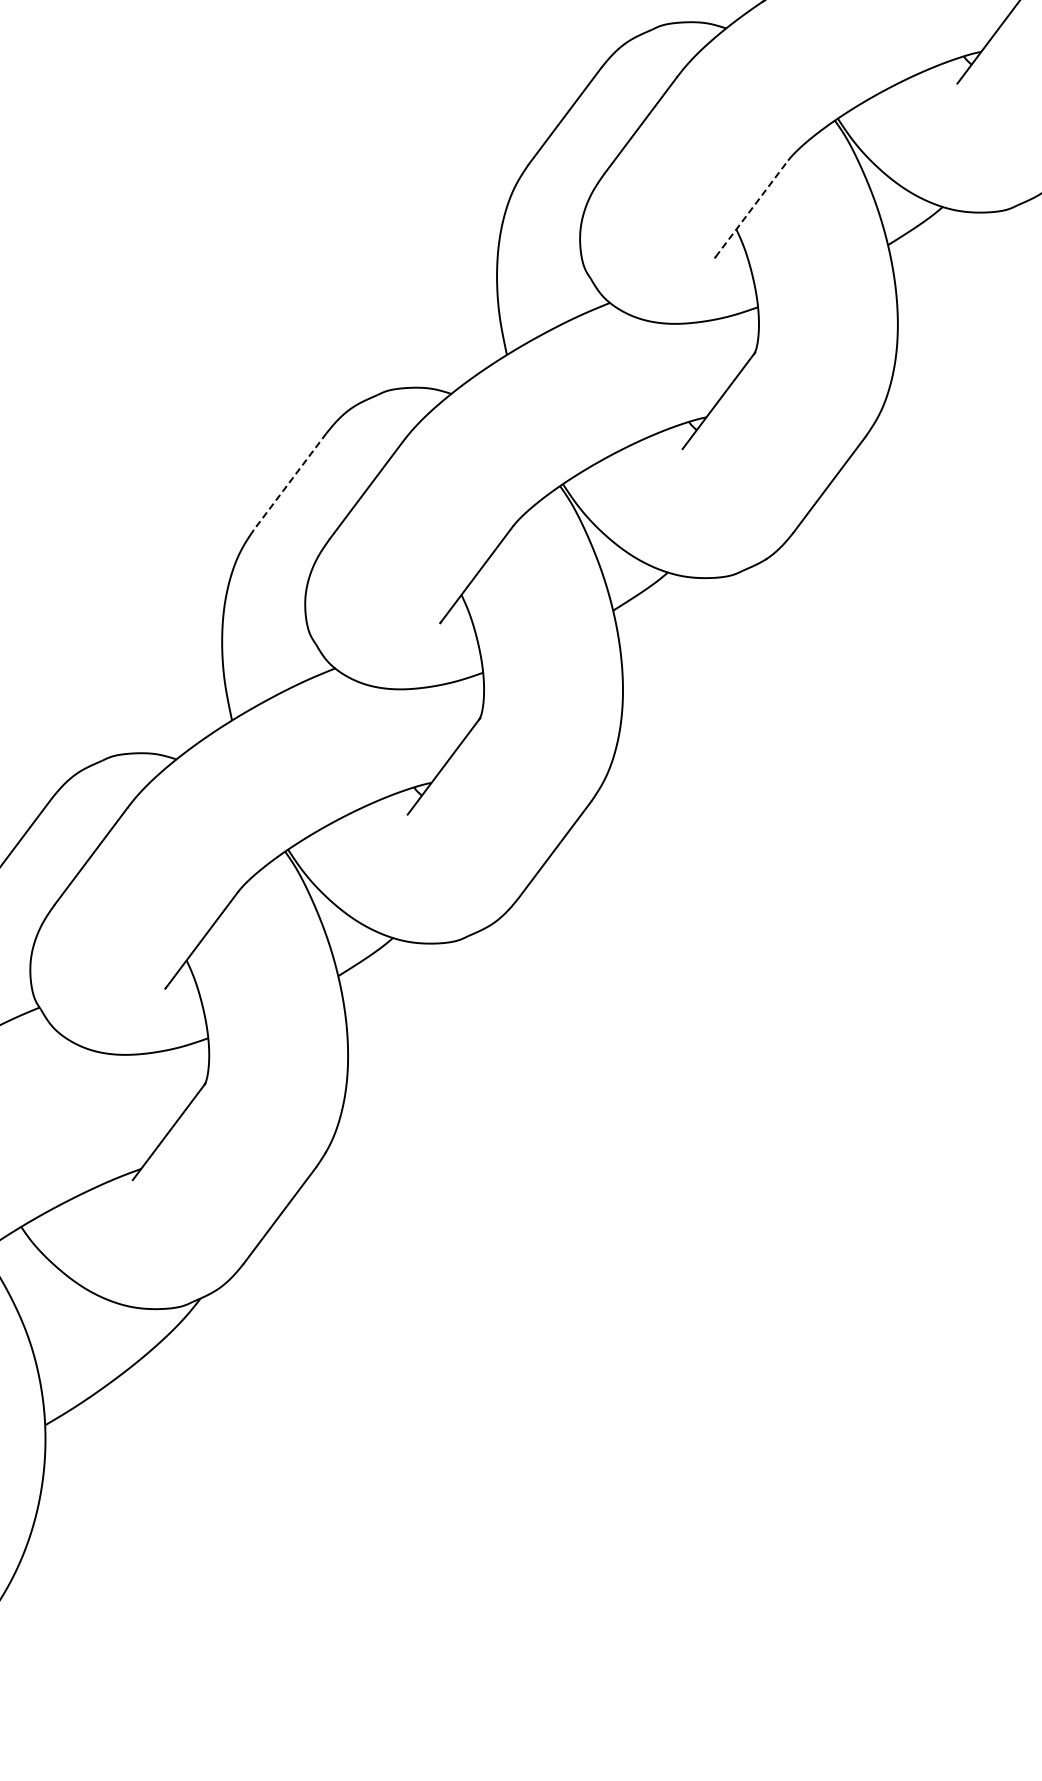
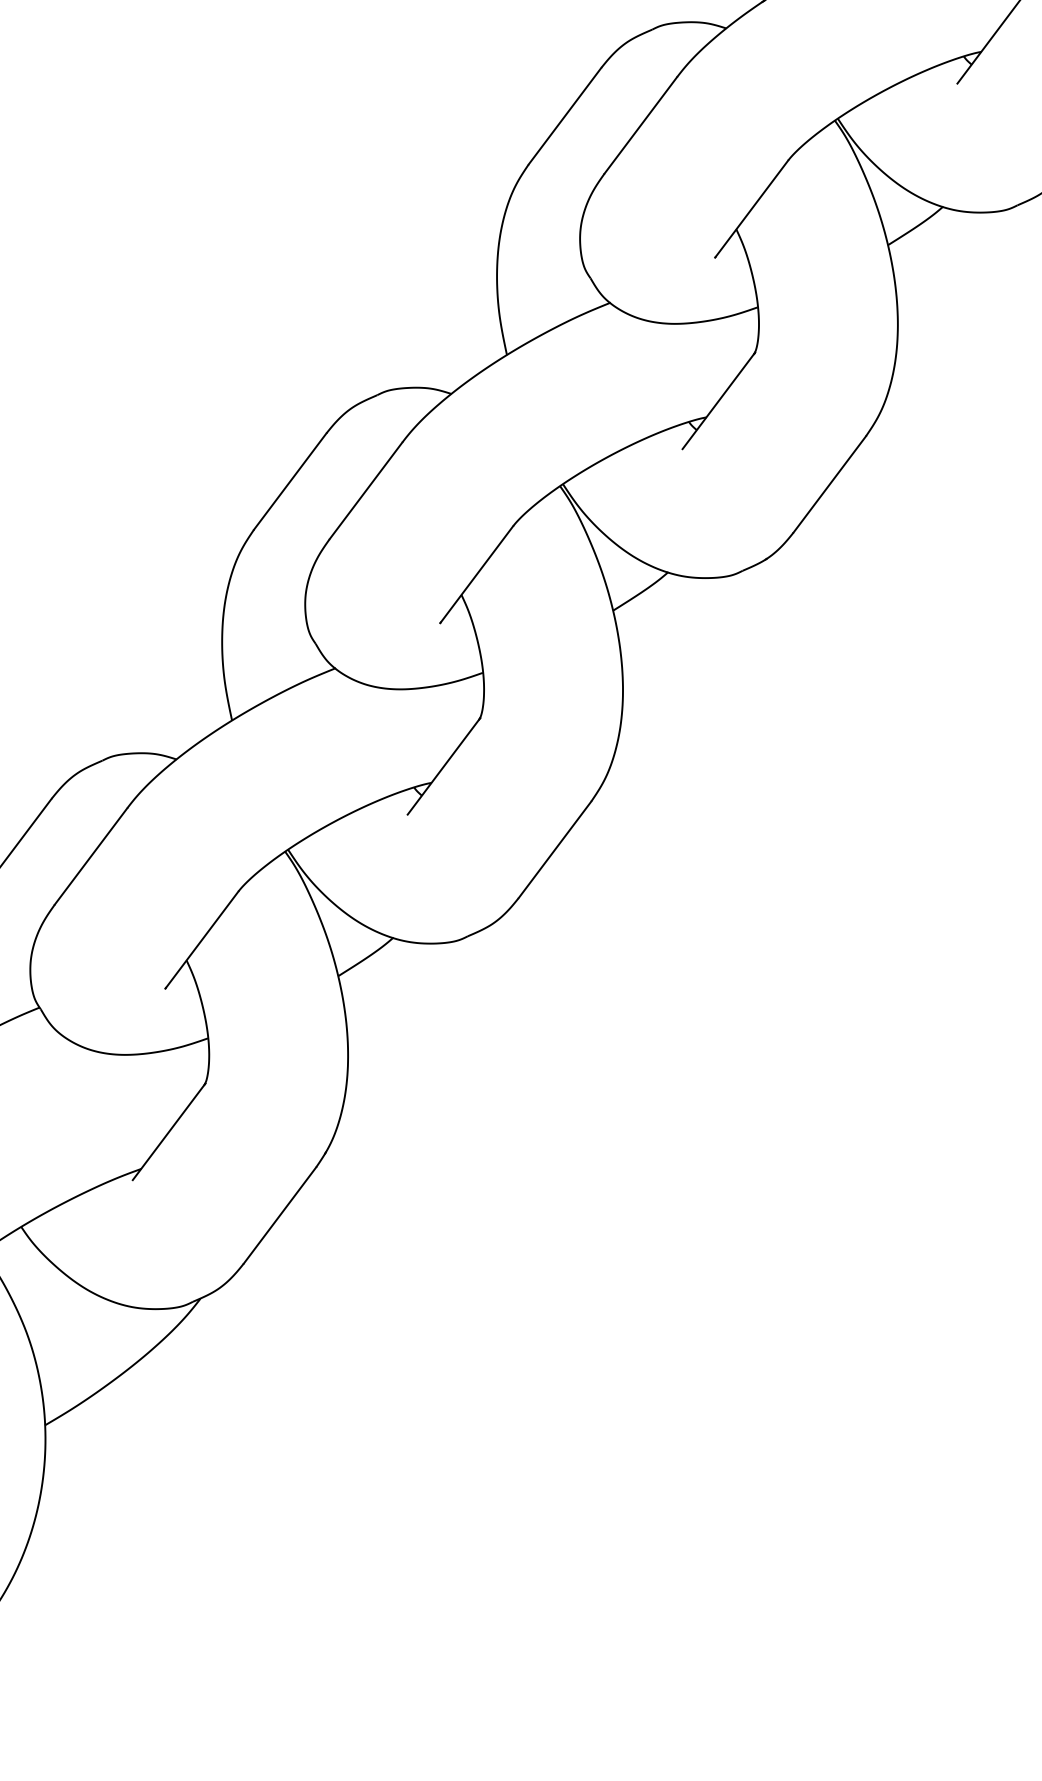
line at (752, 208): dashed -> solid
line at (289, 481): dashed -> solid
